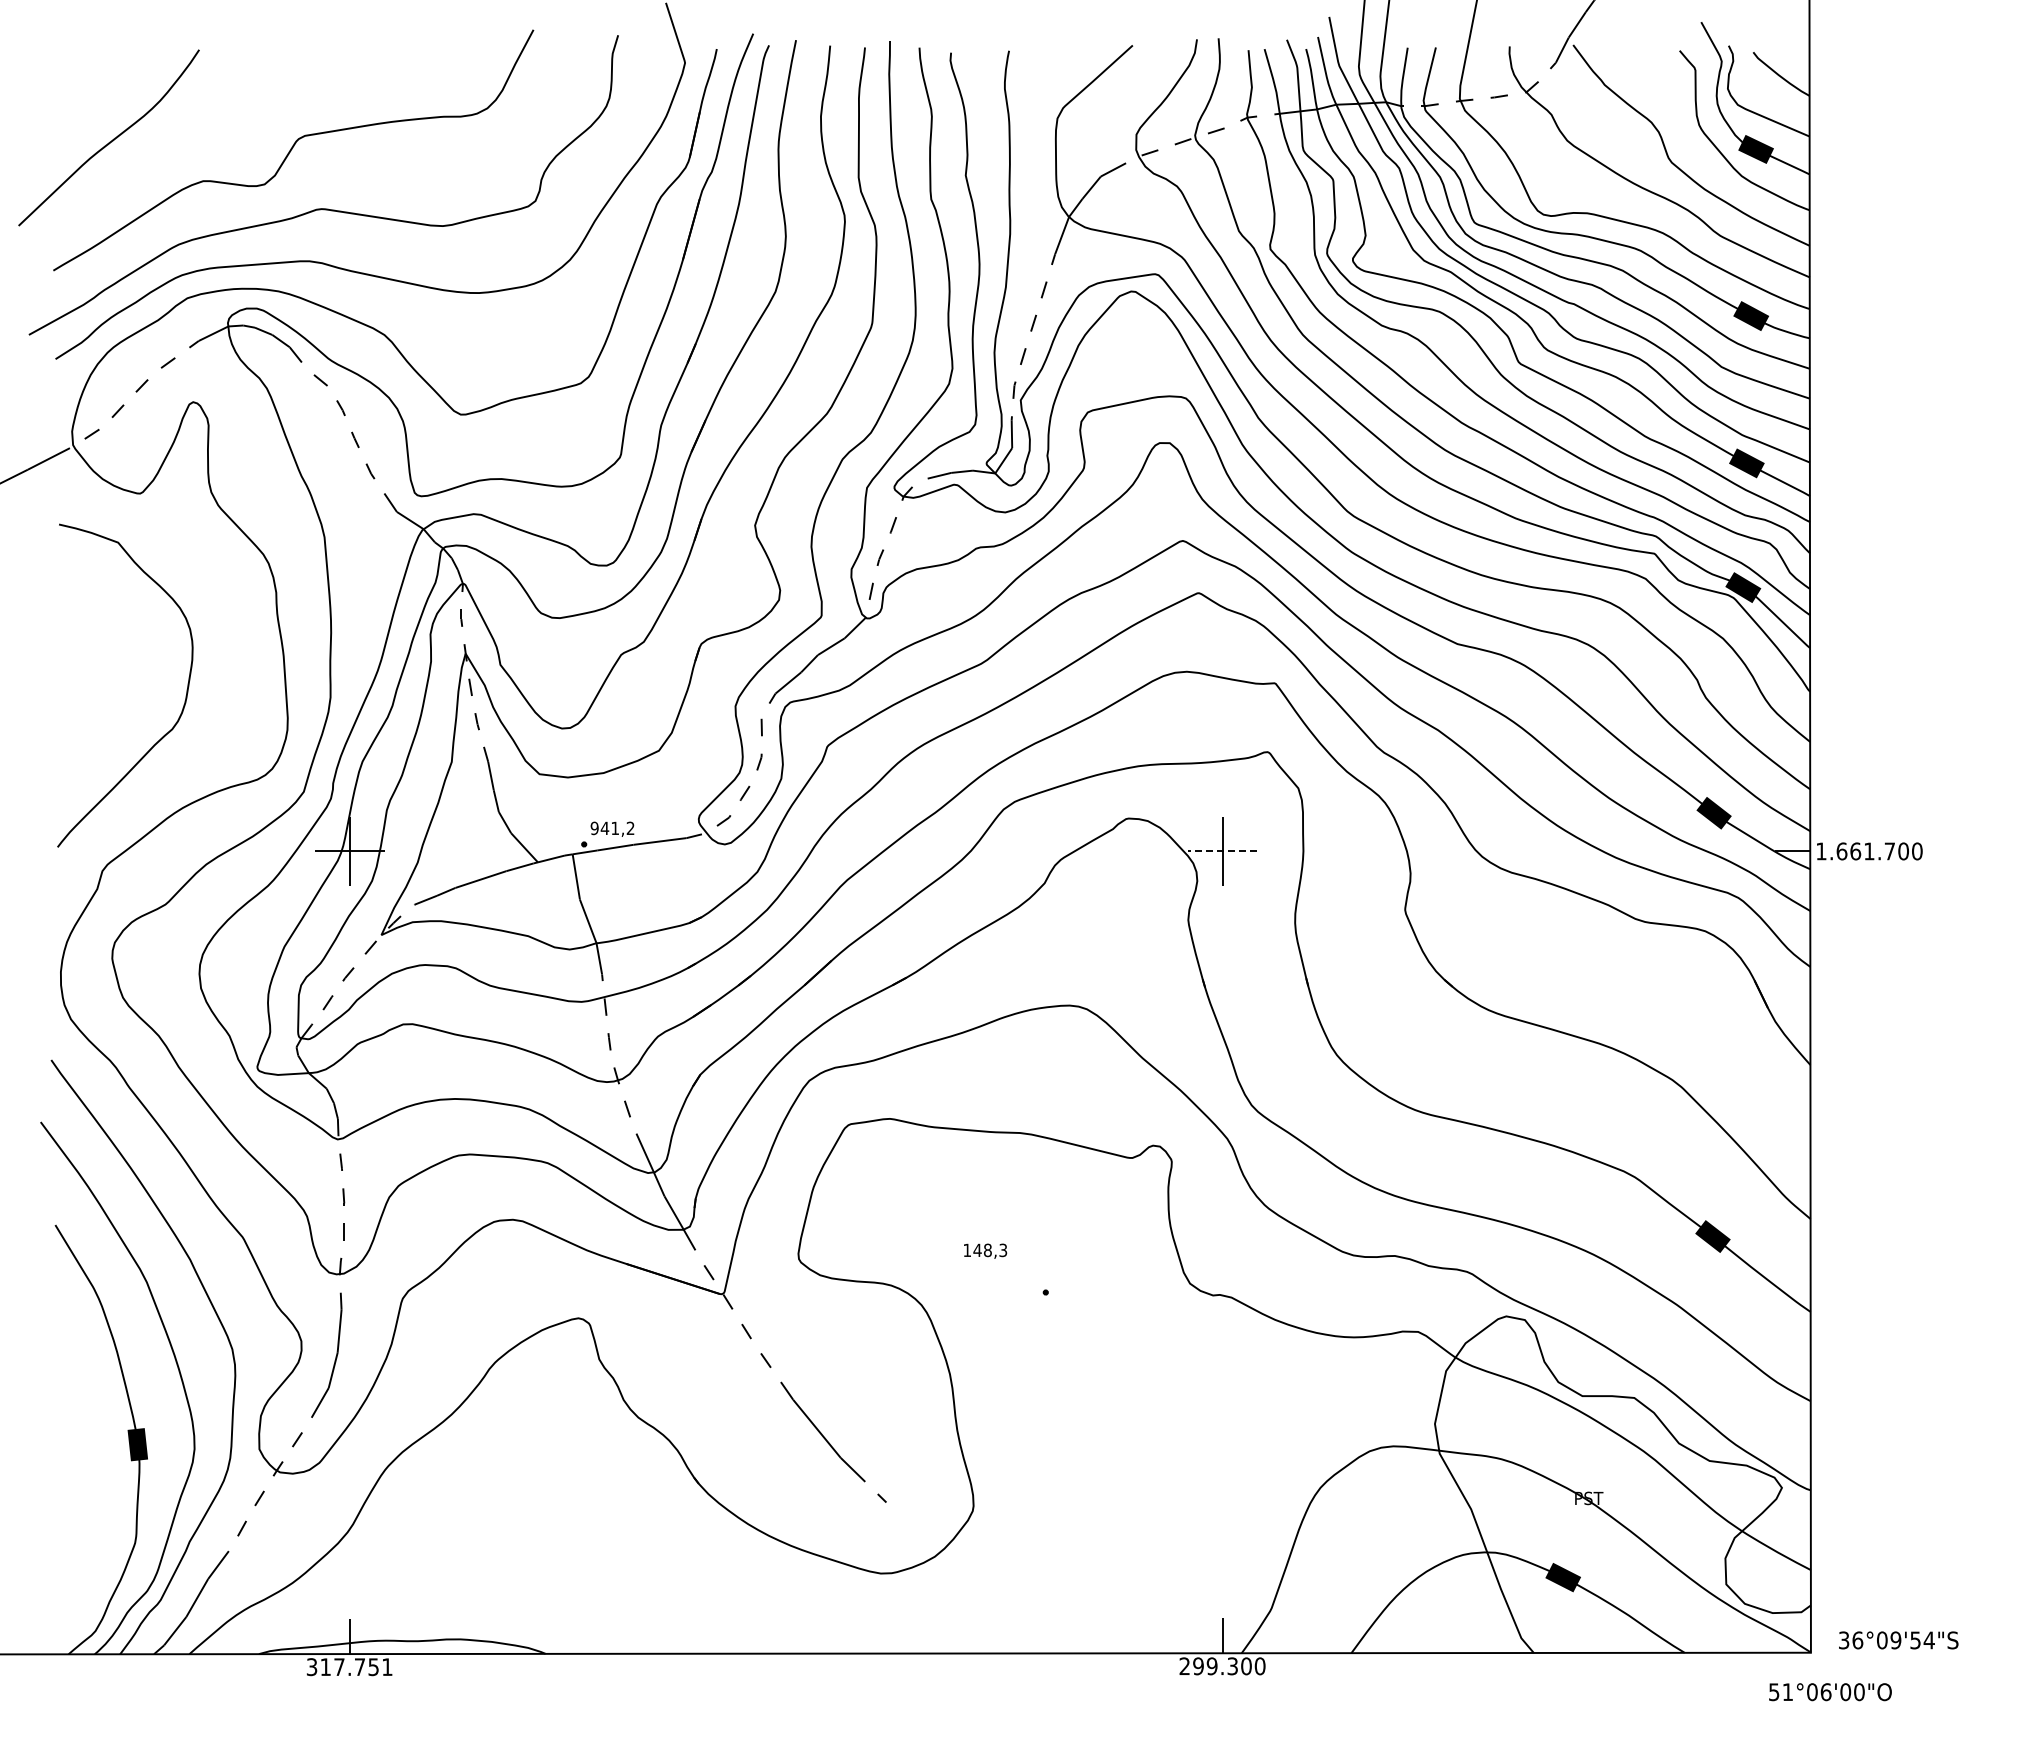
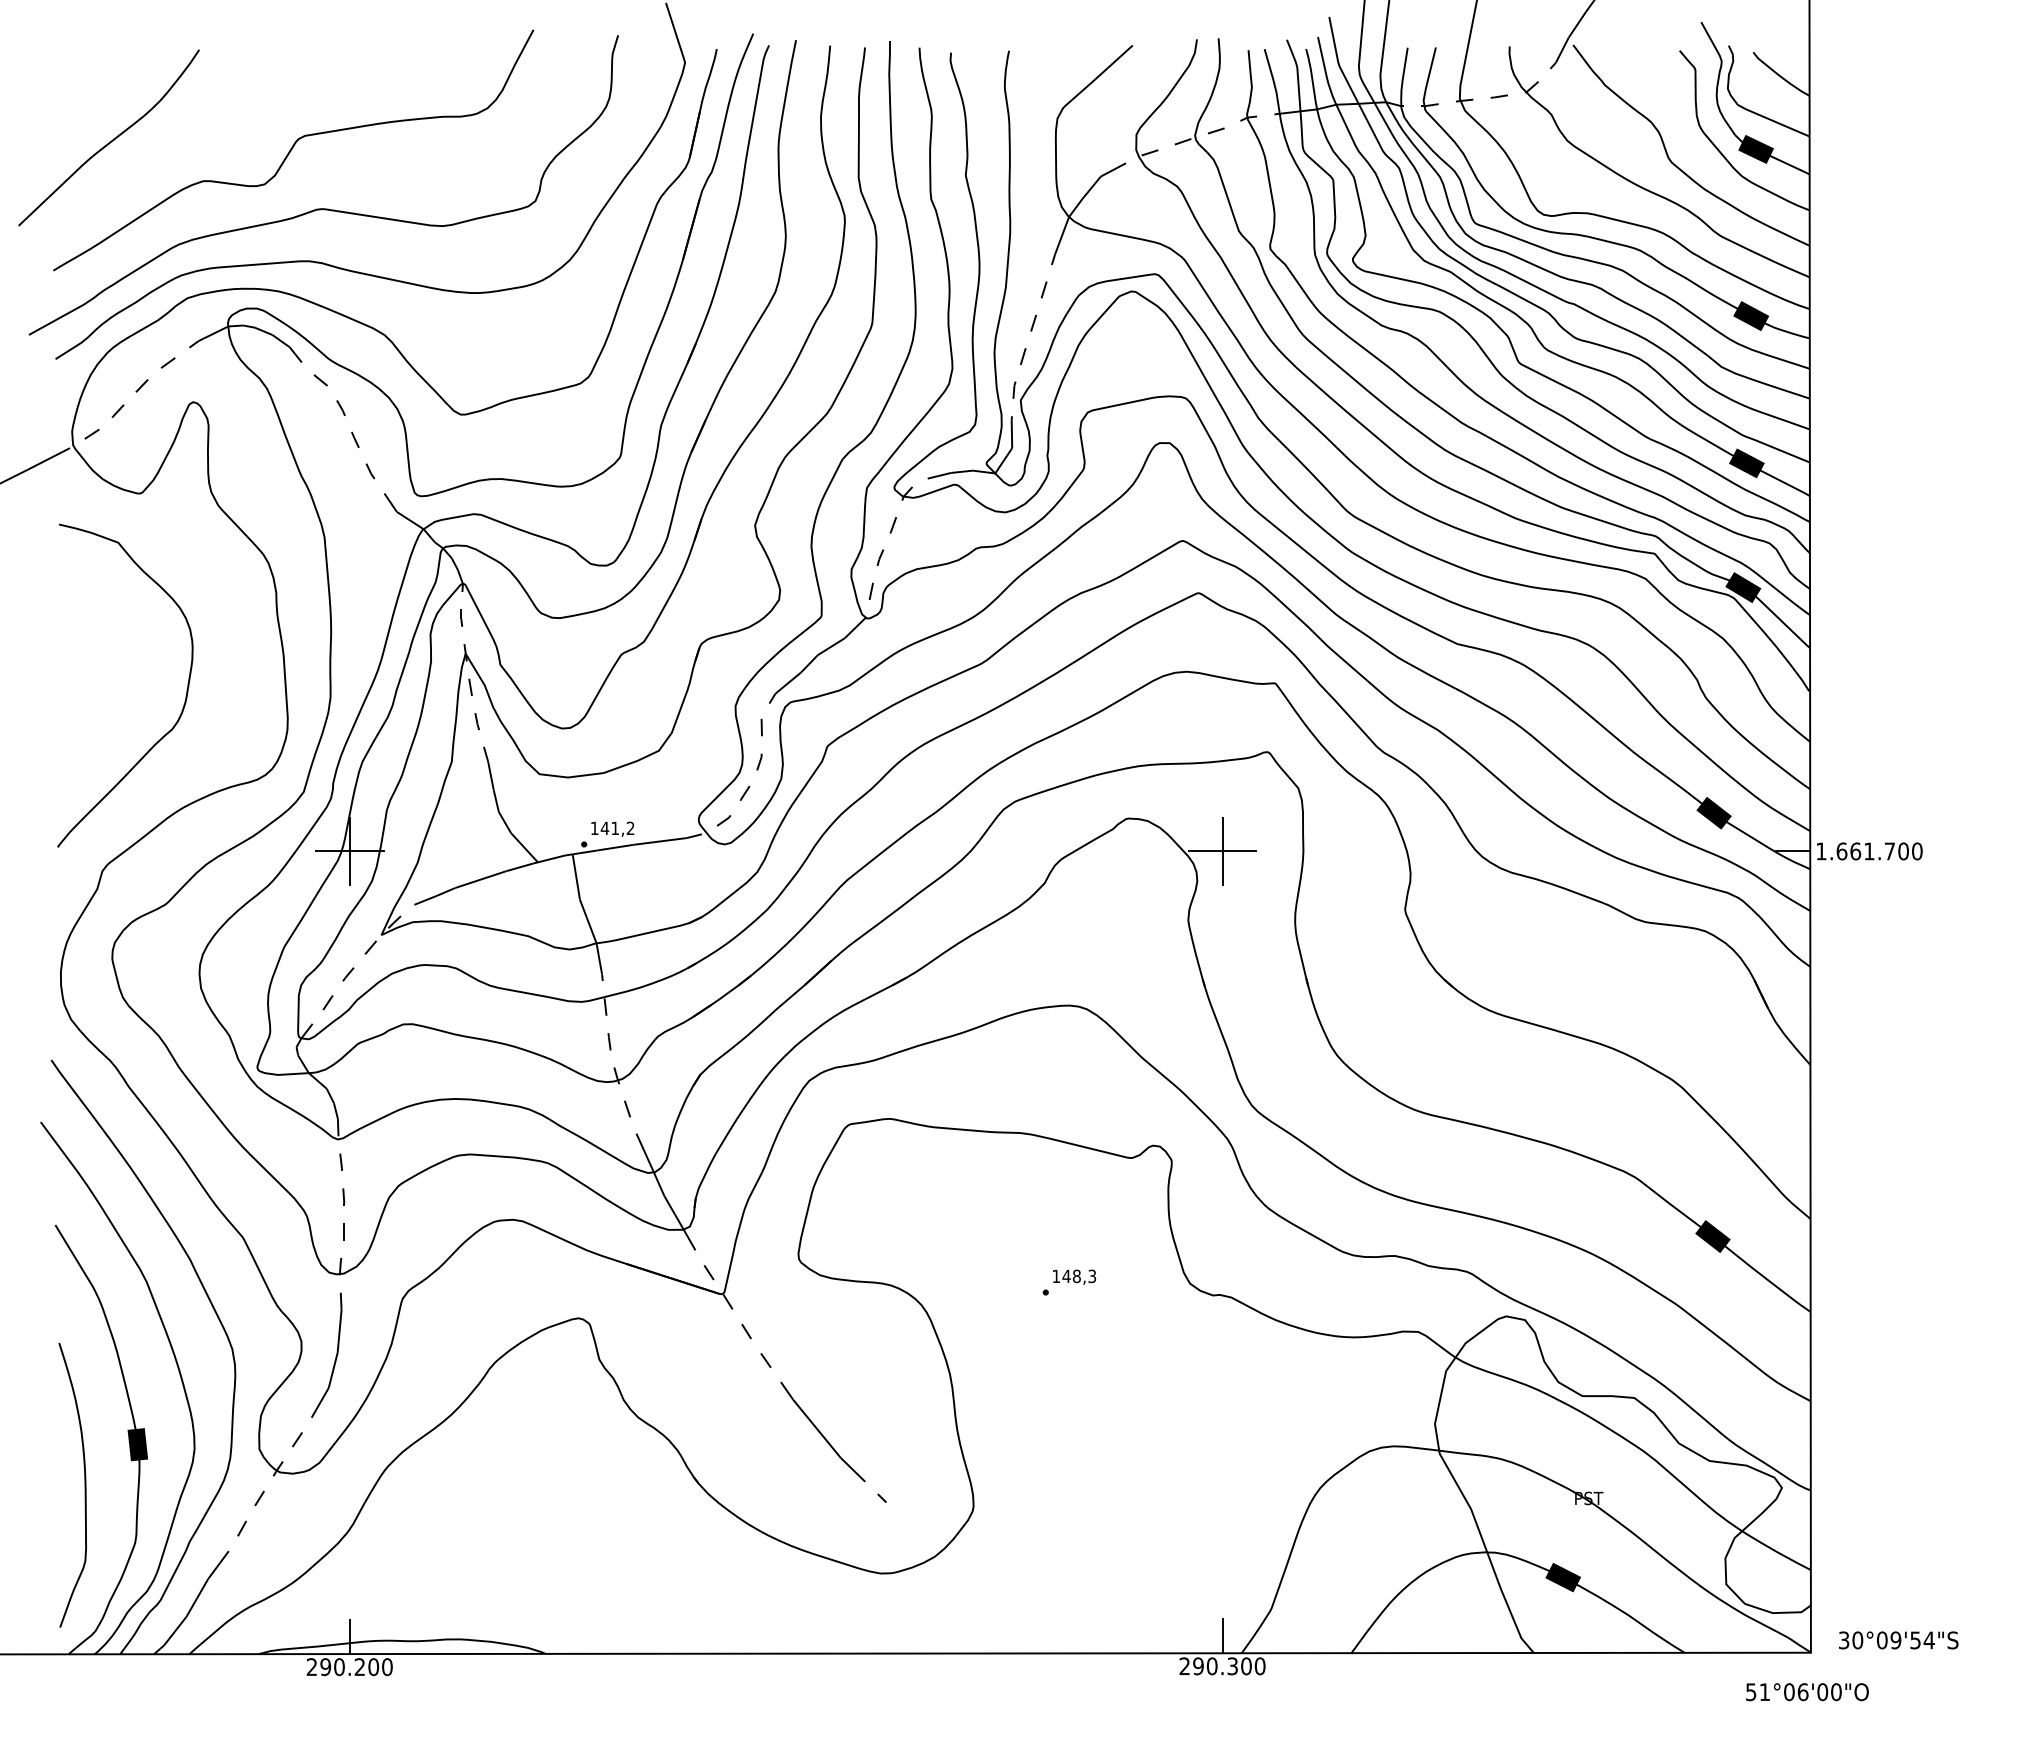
text at (594, 828): 941,2 -> 141,2
line at (1222, 851): dashed -> solid
text at (985, 1250) position: (985, 1250) -> (1074, 1276)
curve at (84, 1485): none -> present
text at (1857, 1640): 36°09'54"S -> 30°09'54"S
text at (1211, 1666): 299.300 -> 290.300
text at (349, 1667): 317.751 -> 290.200
text at (1830, 1692) position: (1830, 1692) -> (1807, 1692)
